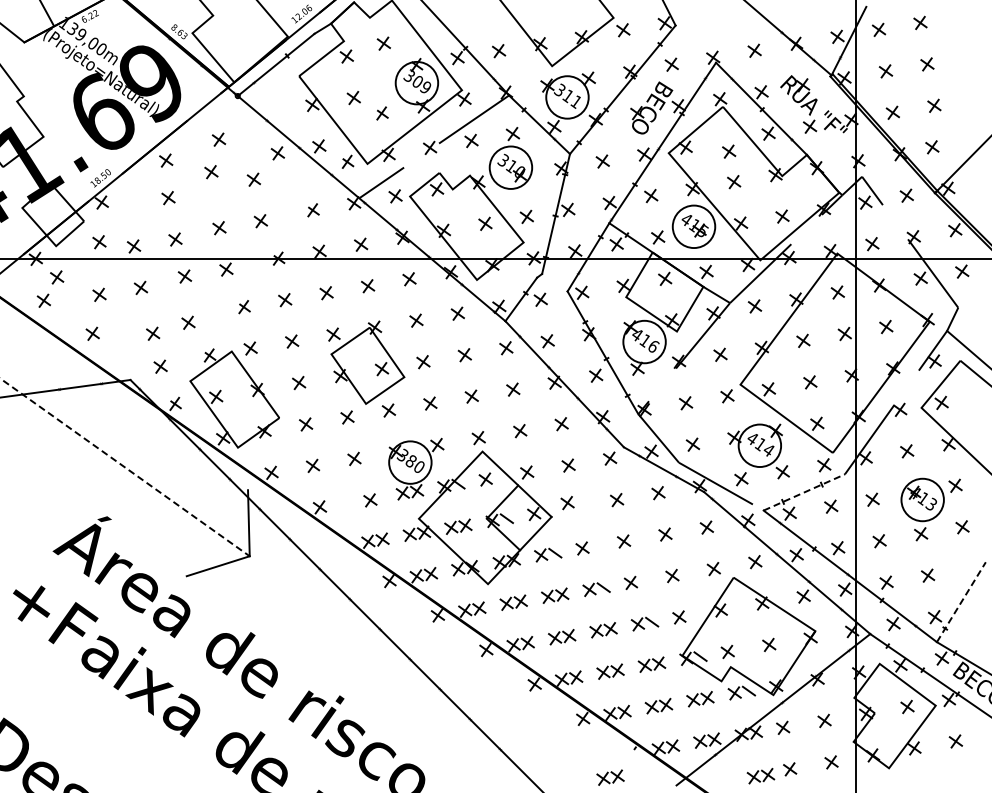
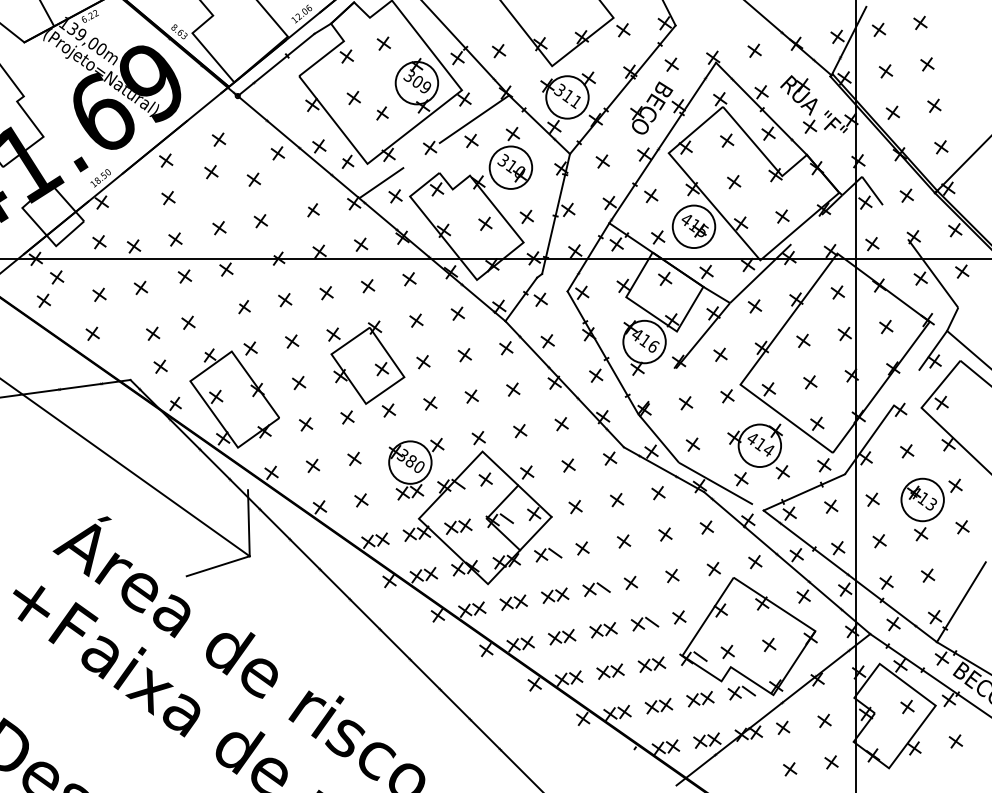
part at (932, 147) position: (932, 147) -> (941, 147)
part at (729, 151) position: (729, 151) -> (727, 140)
line at (125, 467): dashed -> solid
line at (804, 492): dashed -> solid
part at (370, 500) position: (370, 500) -> (361, 500)
part at (567, 503) position: (567, 503) -> (575, 507)
line at (961, 602): dashed -> solid
part at (760, 775): present -> none
part at (610, 777): present -> none
